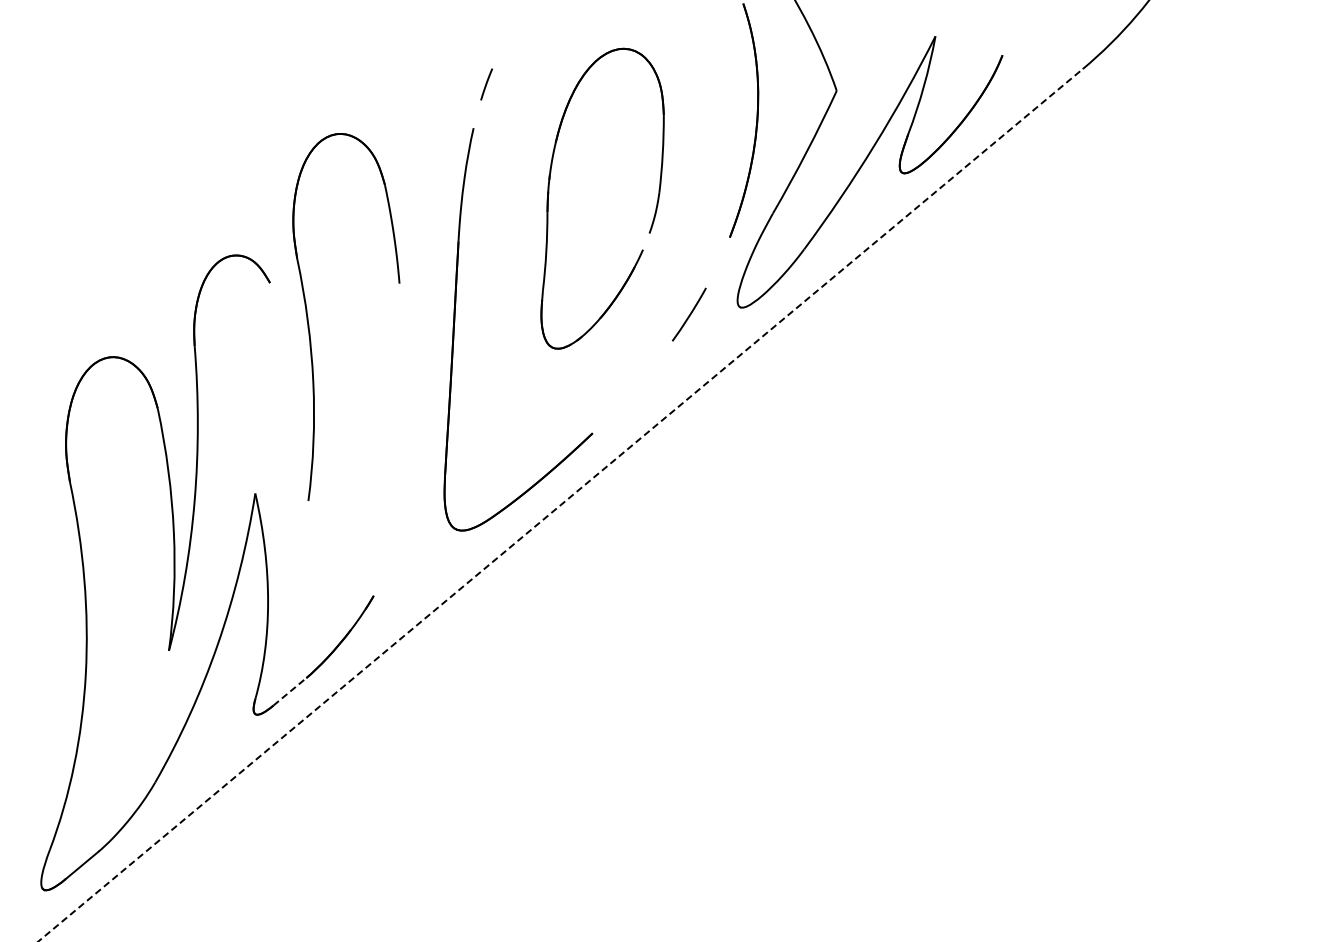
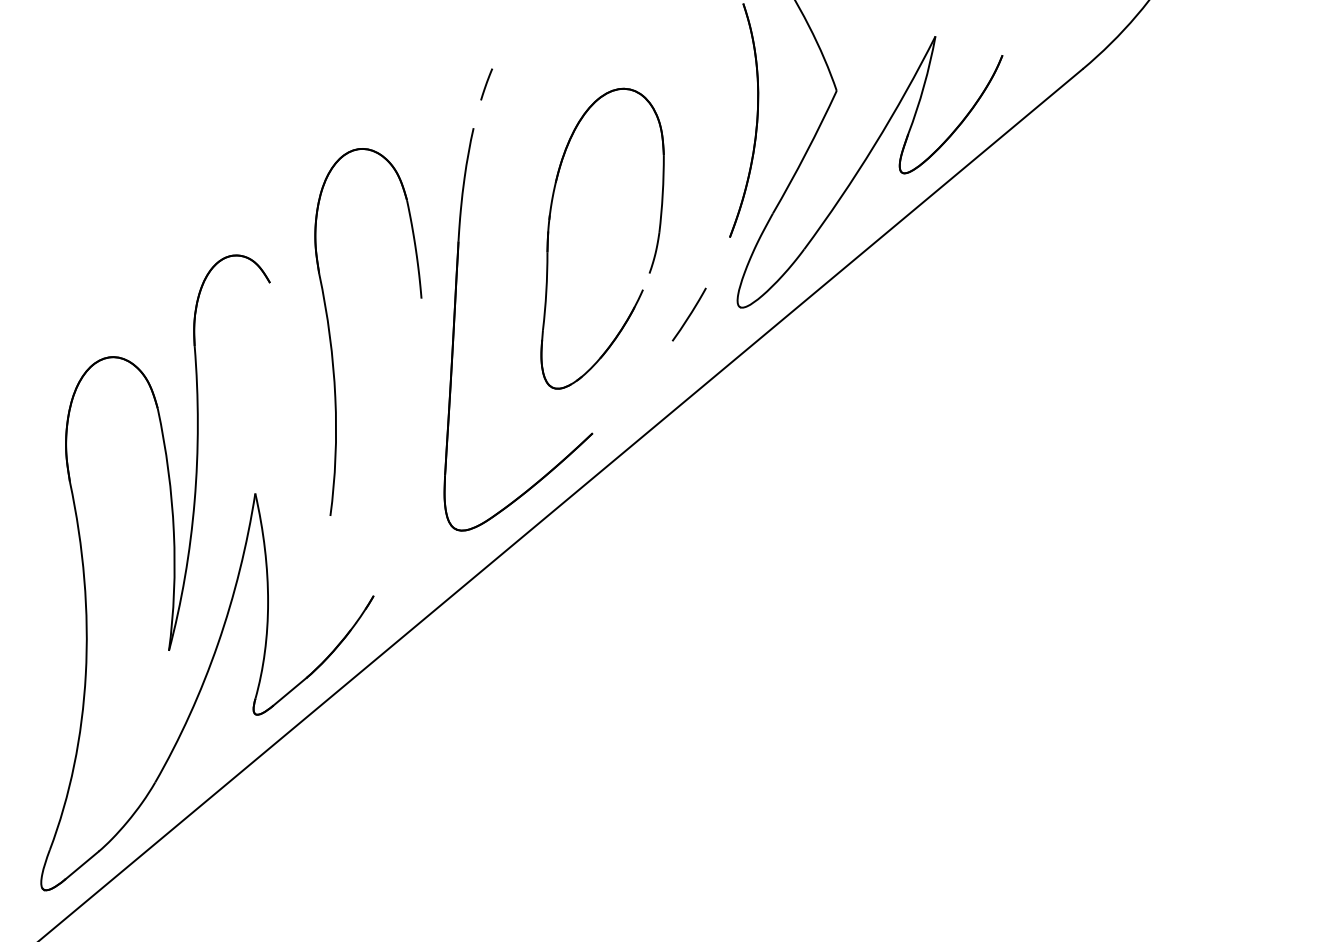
part at (549, 194) position: (549, 194) -> (549, 234)
part at (309, 324) position: (309, 324) -> (331, 339)
line at (560, 504): dashed -> solid
line at (290, 691): dashed -> solid
